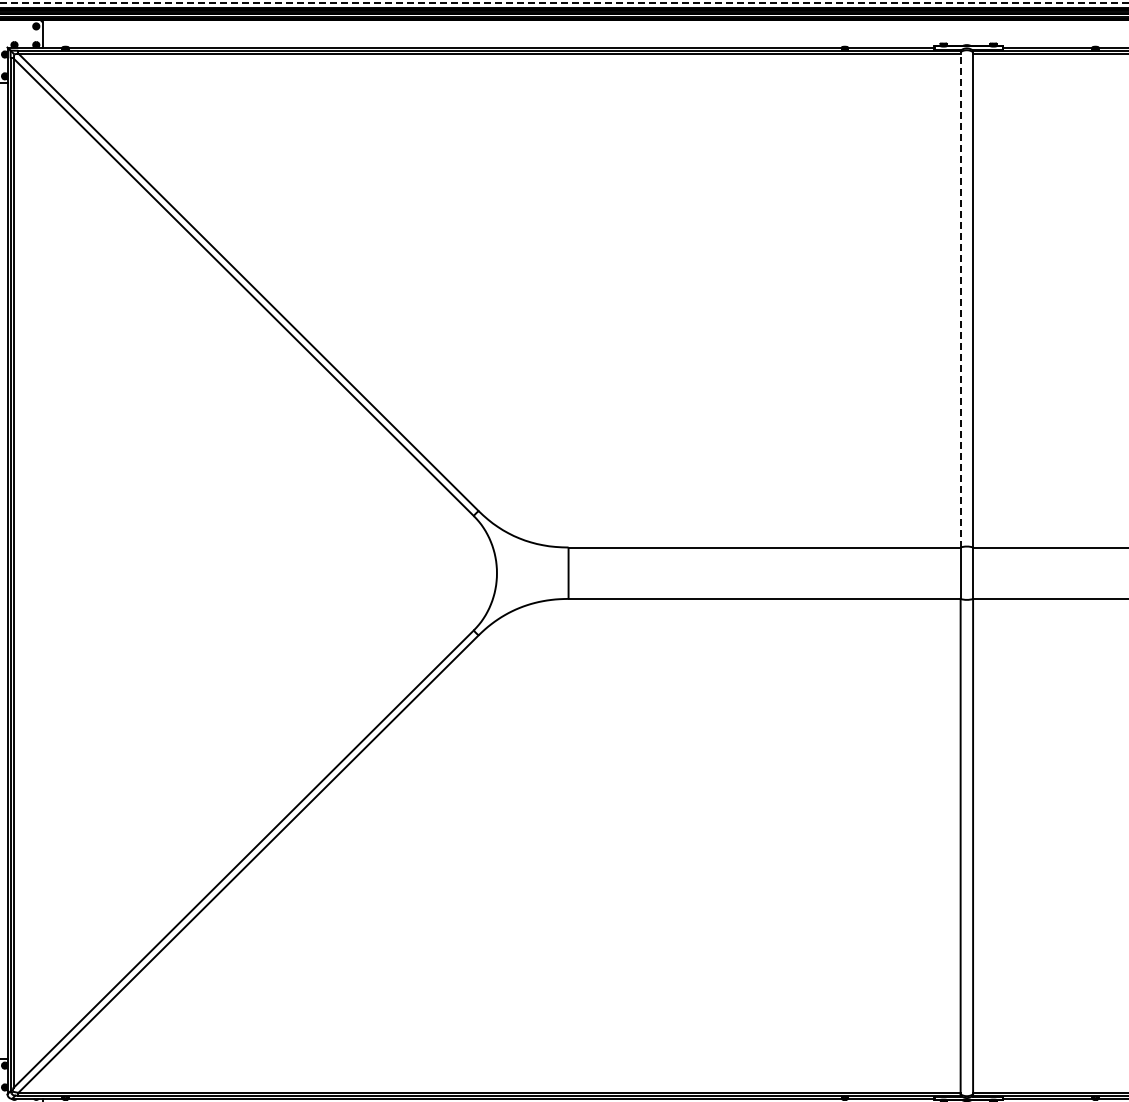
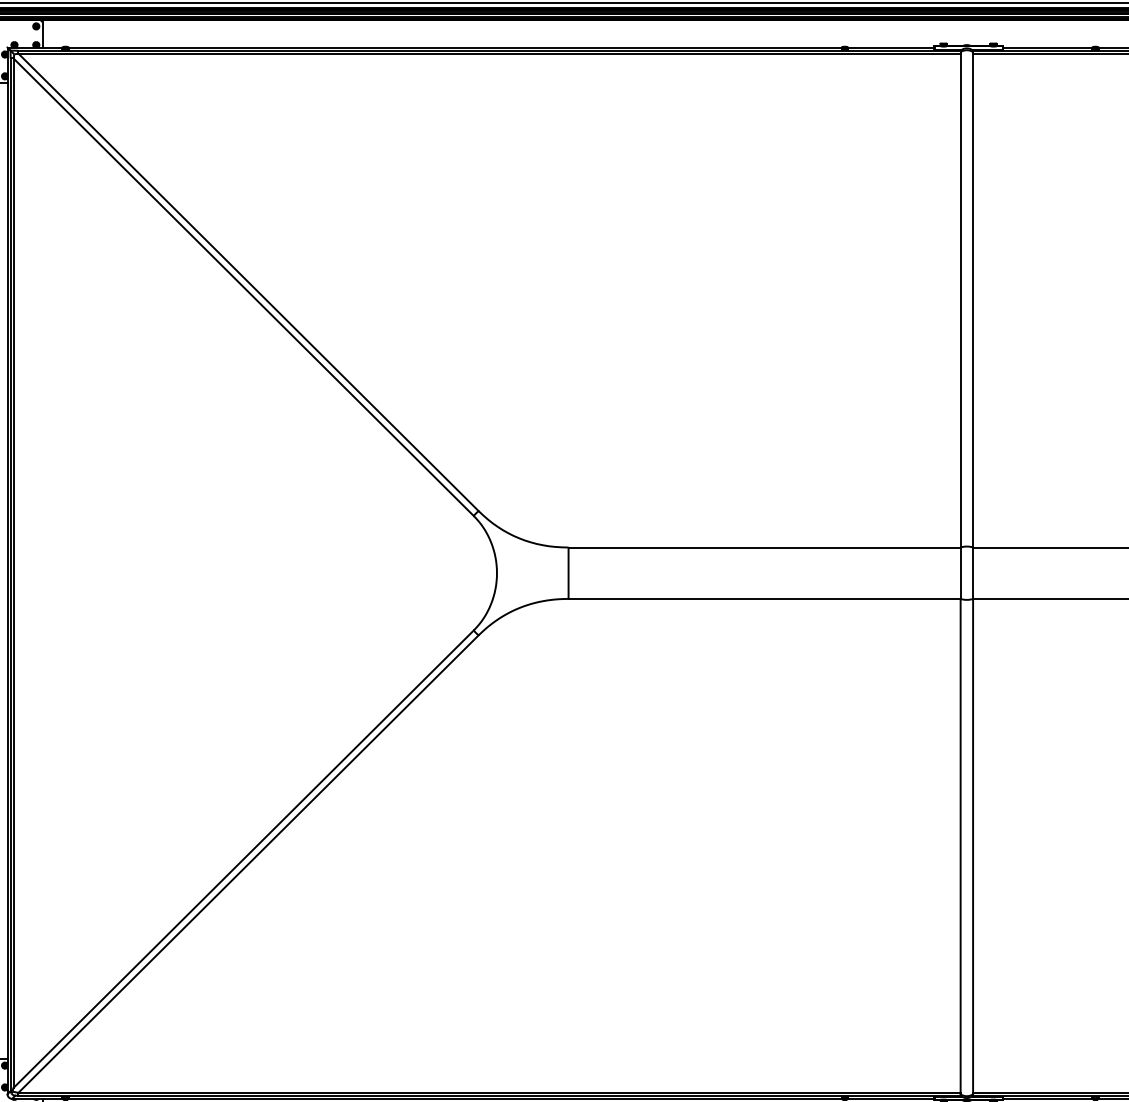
line at (564, 2): dashed -> solid
line at (960, 299): dashed -> solid
